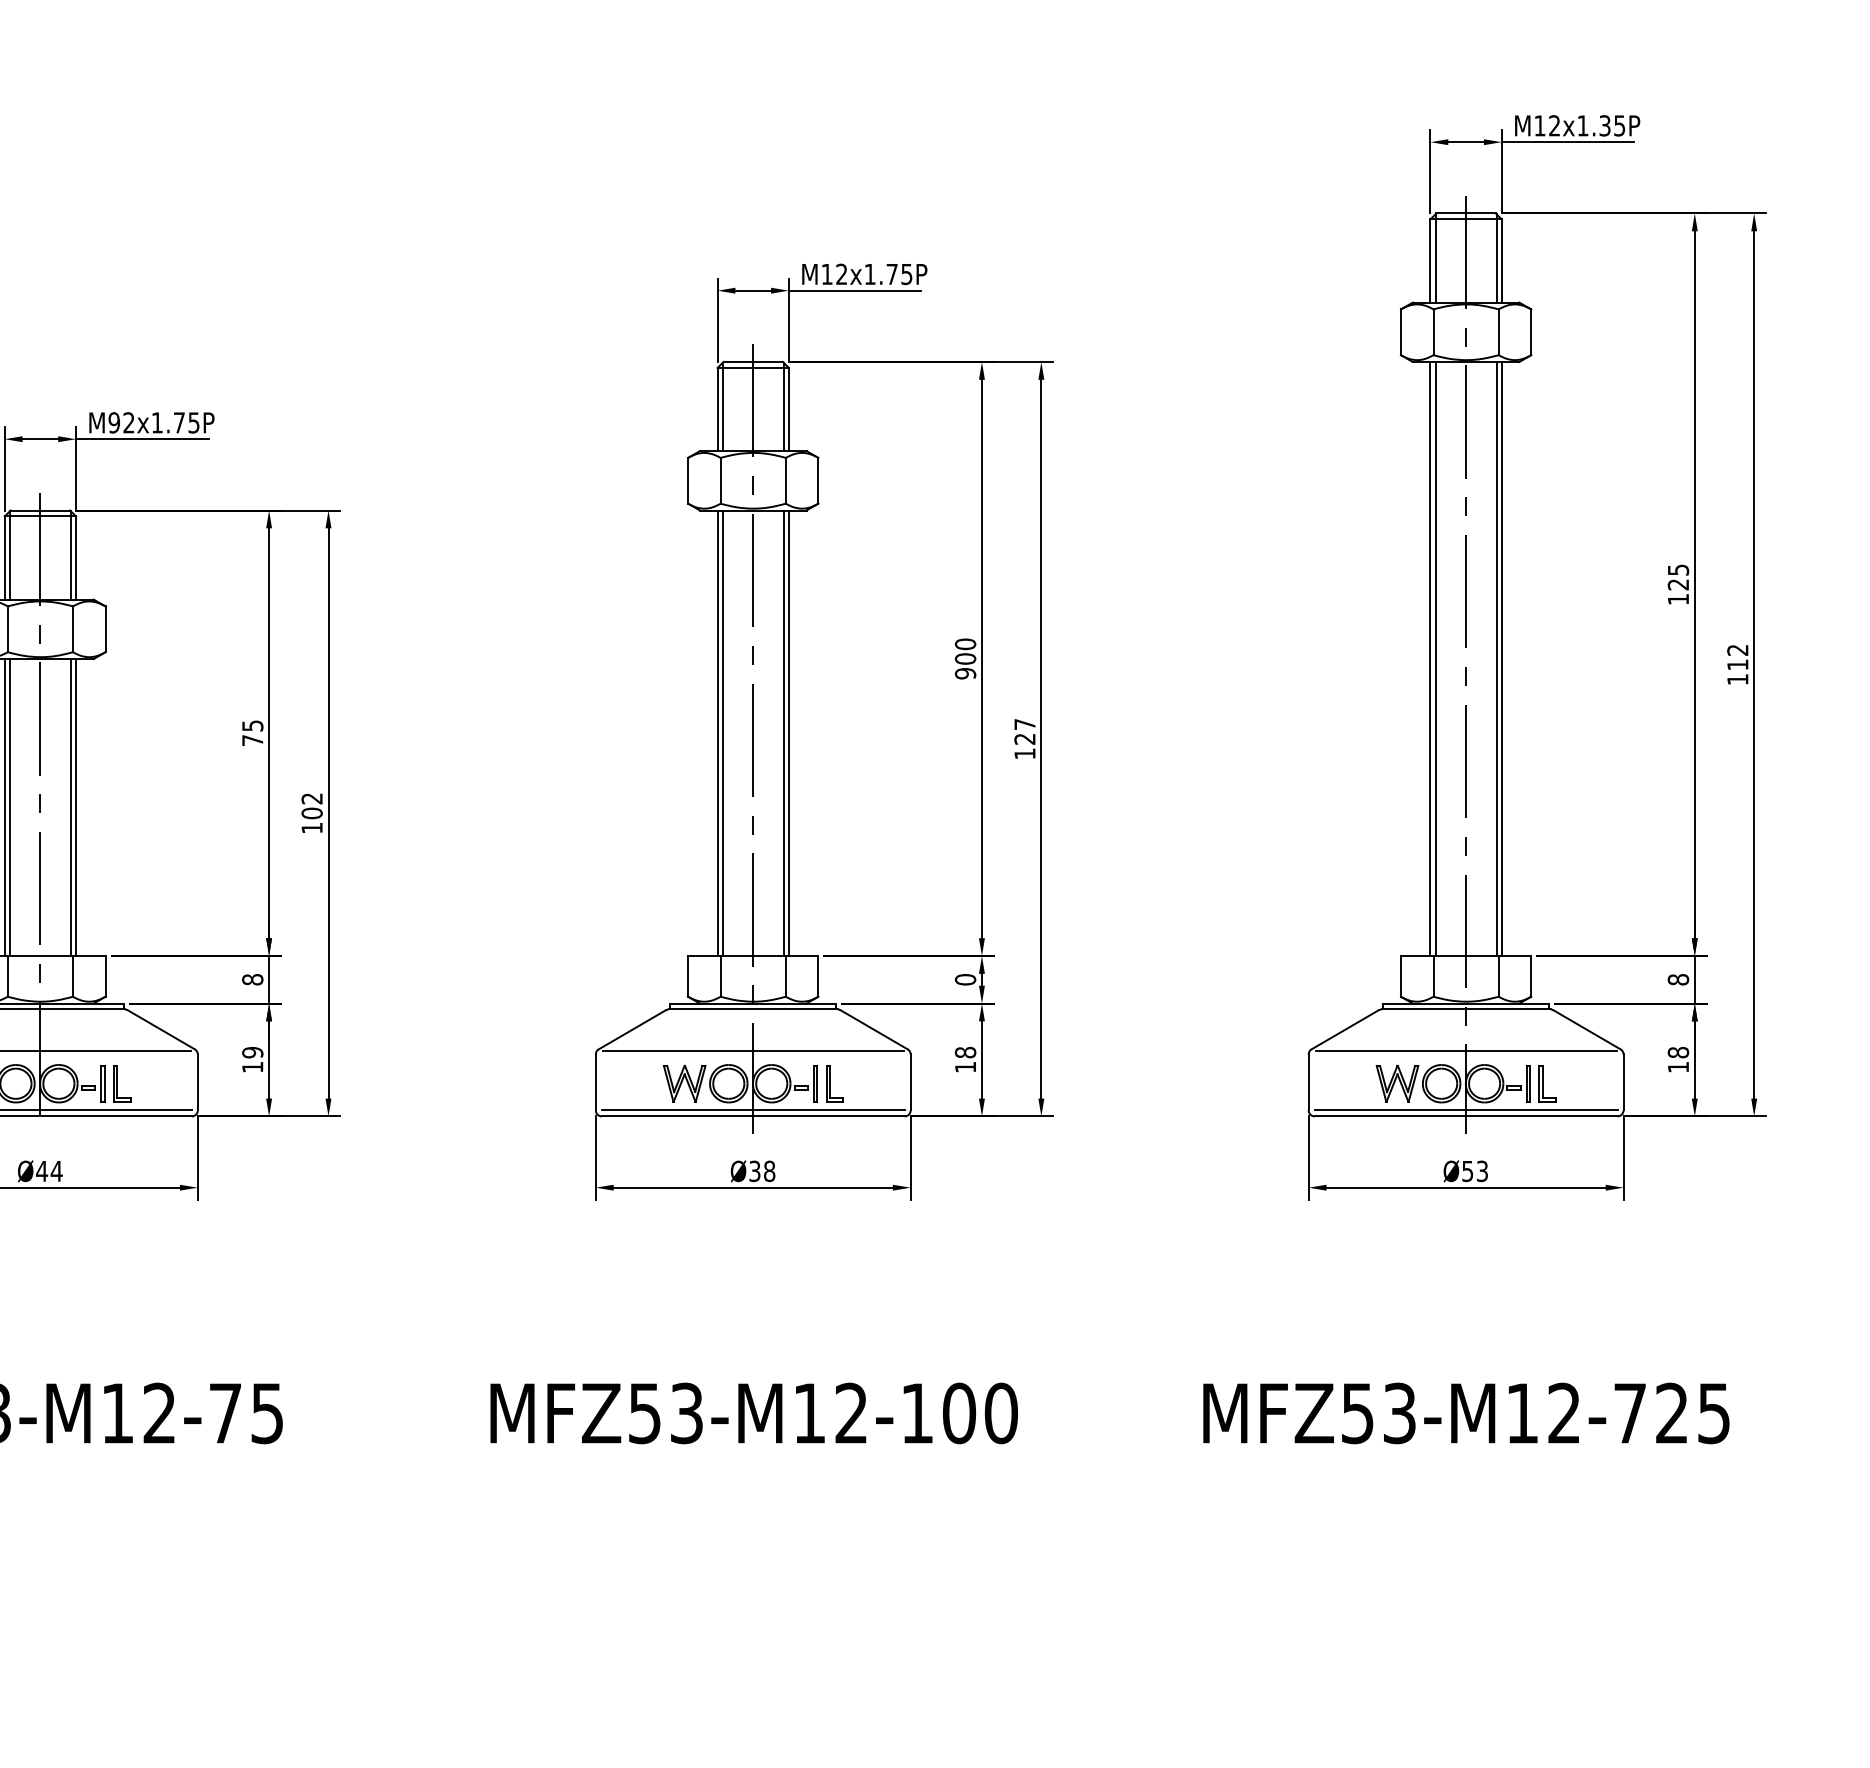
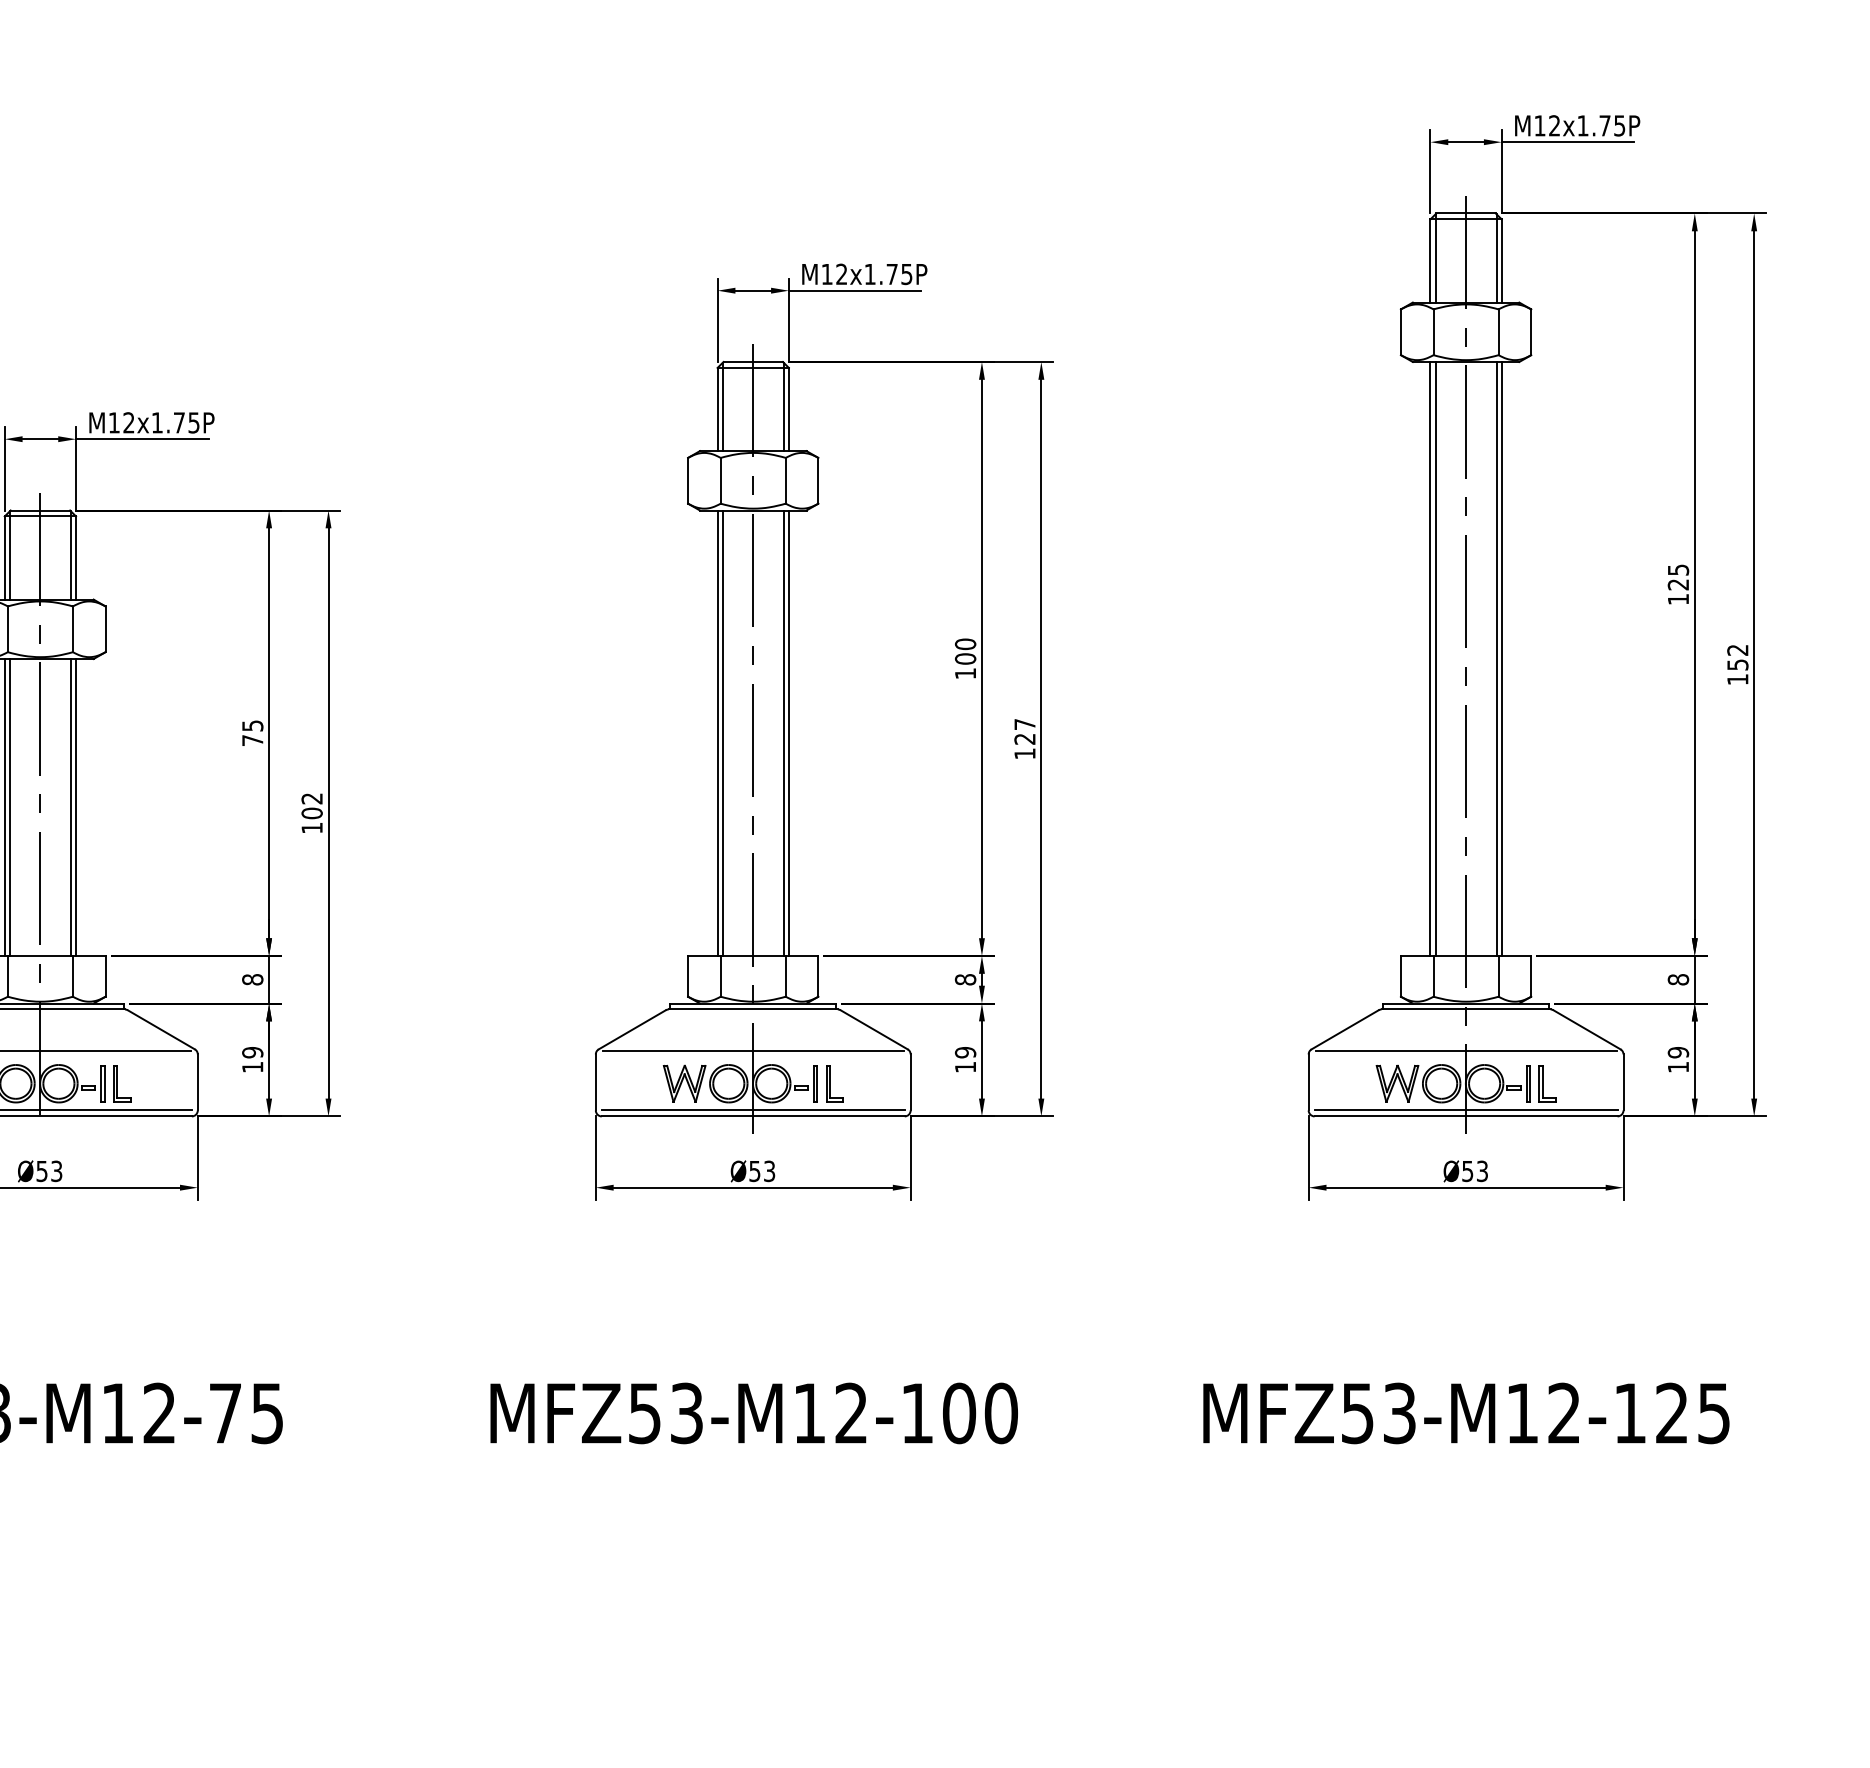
text at (1604, 125): M12x1.35P -> M12x1.75P
text at (113, 422): M92x1.75P -> M12x1.75P
text at (1737, 664): 112 -> 152
text at (965, 673): 900 -> 100
text at (965, 979): 0 -> 8
text at (965, 1052): 18 -> 19
text at (1678, 1052): 18 -> 19
text at (762, 1170): Ø38 -> Ø53
text at (49, 1171): Ø44 -> Ø53
text at (1629, 1413): MFZ53-M12-725 -> MFZ53-M12-125
